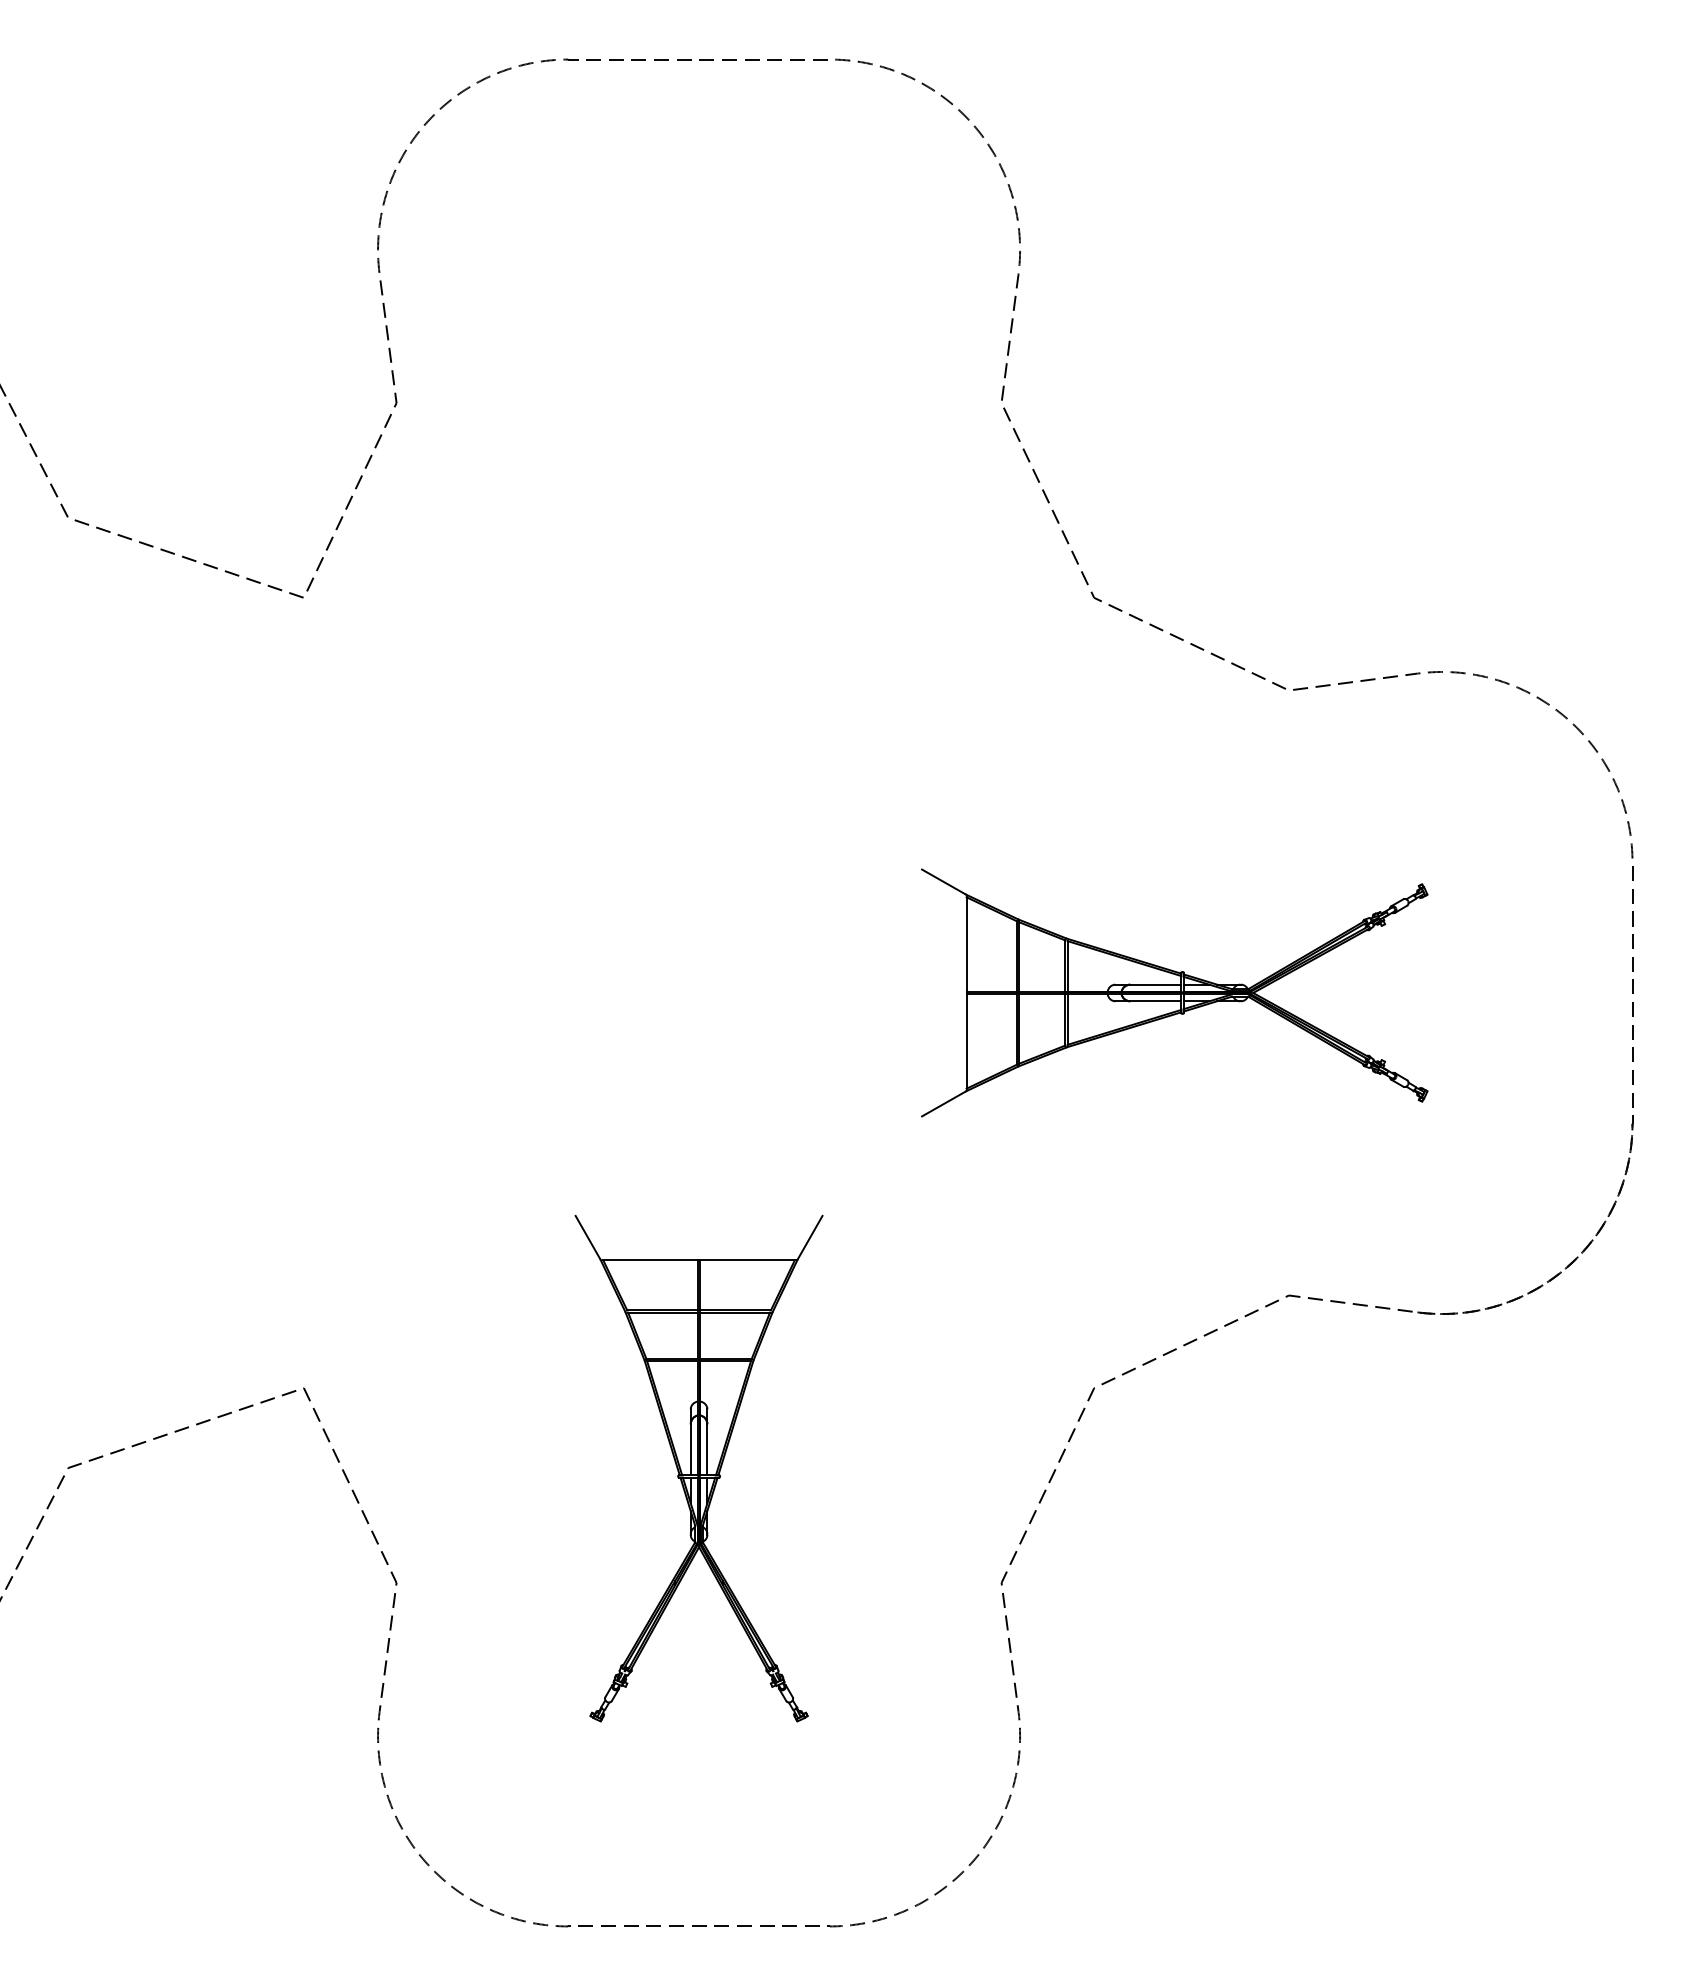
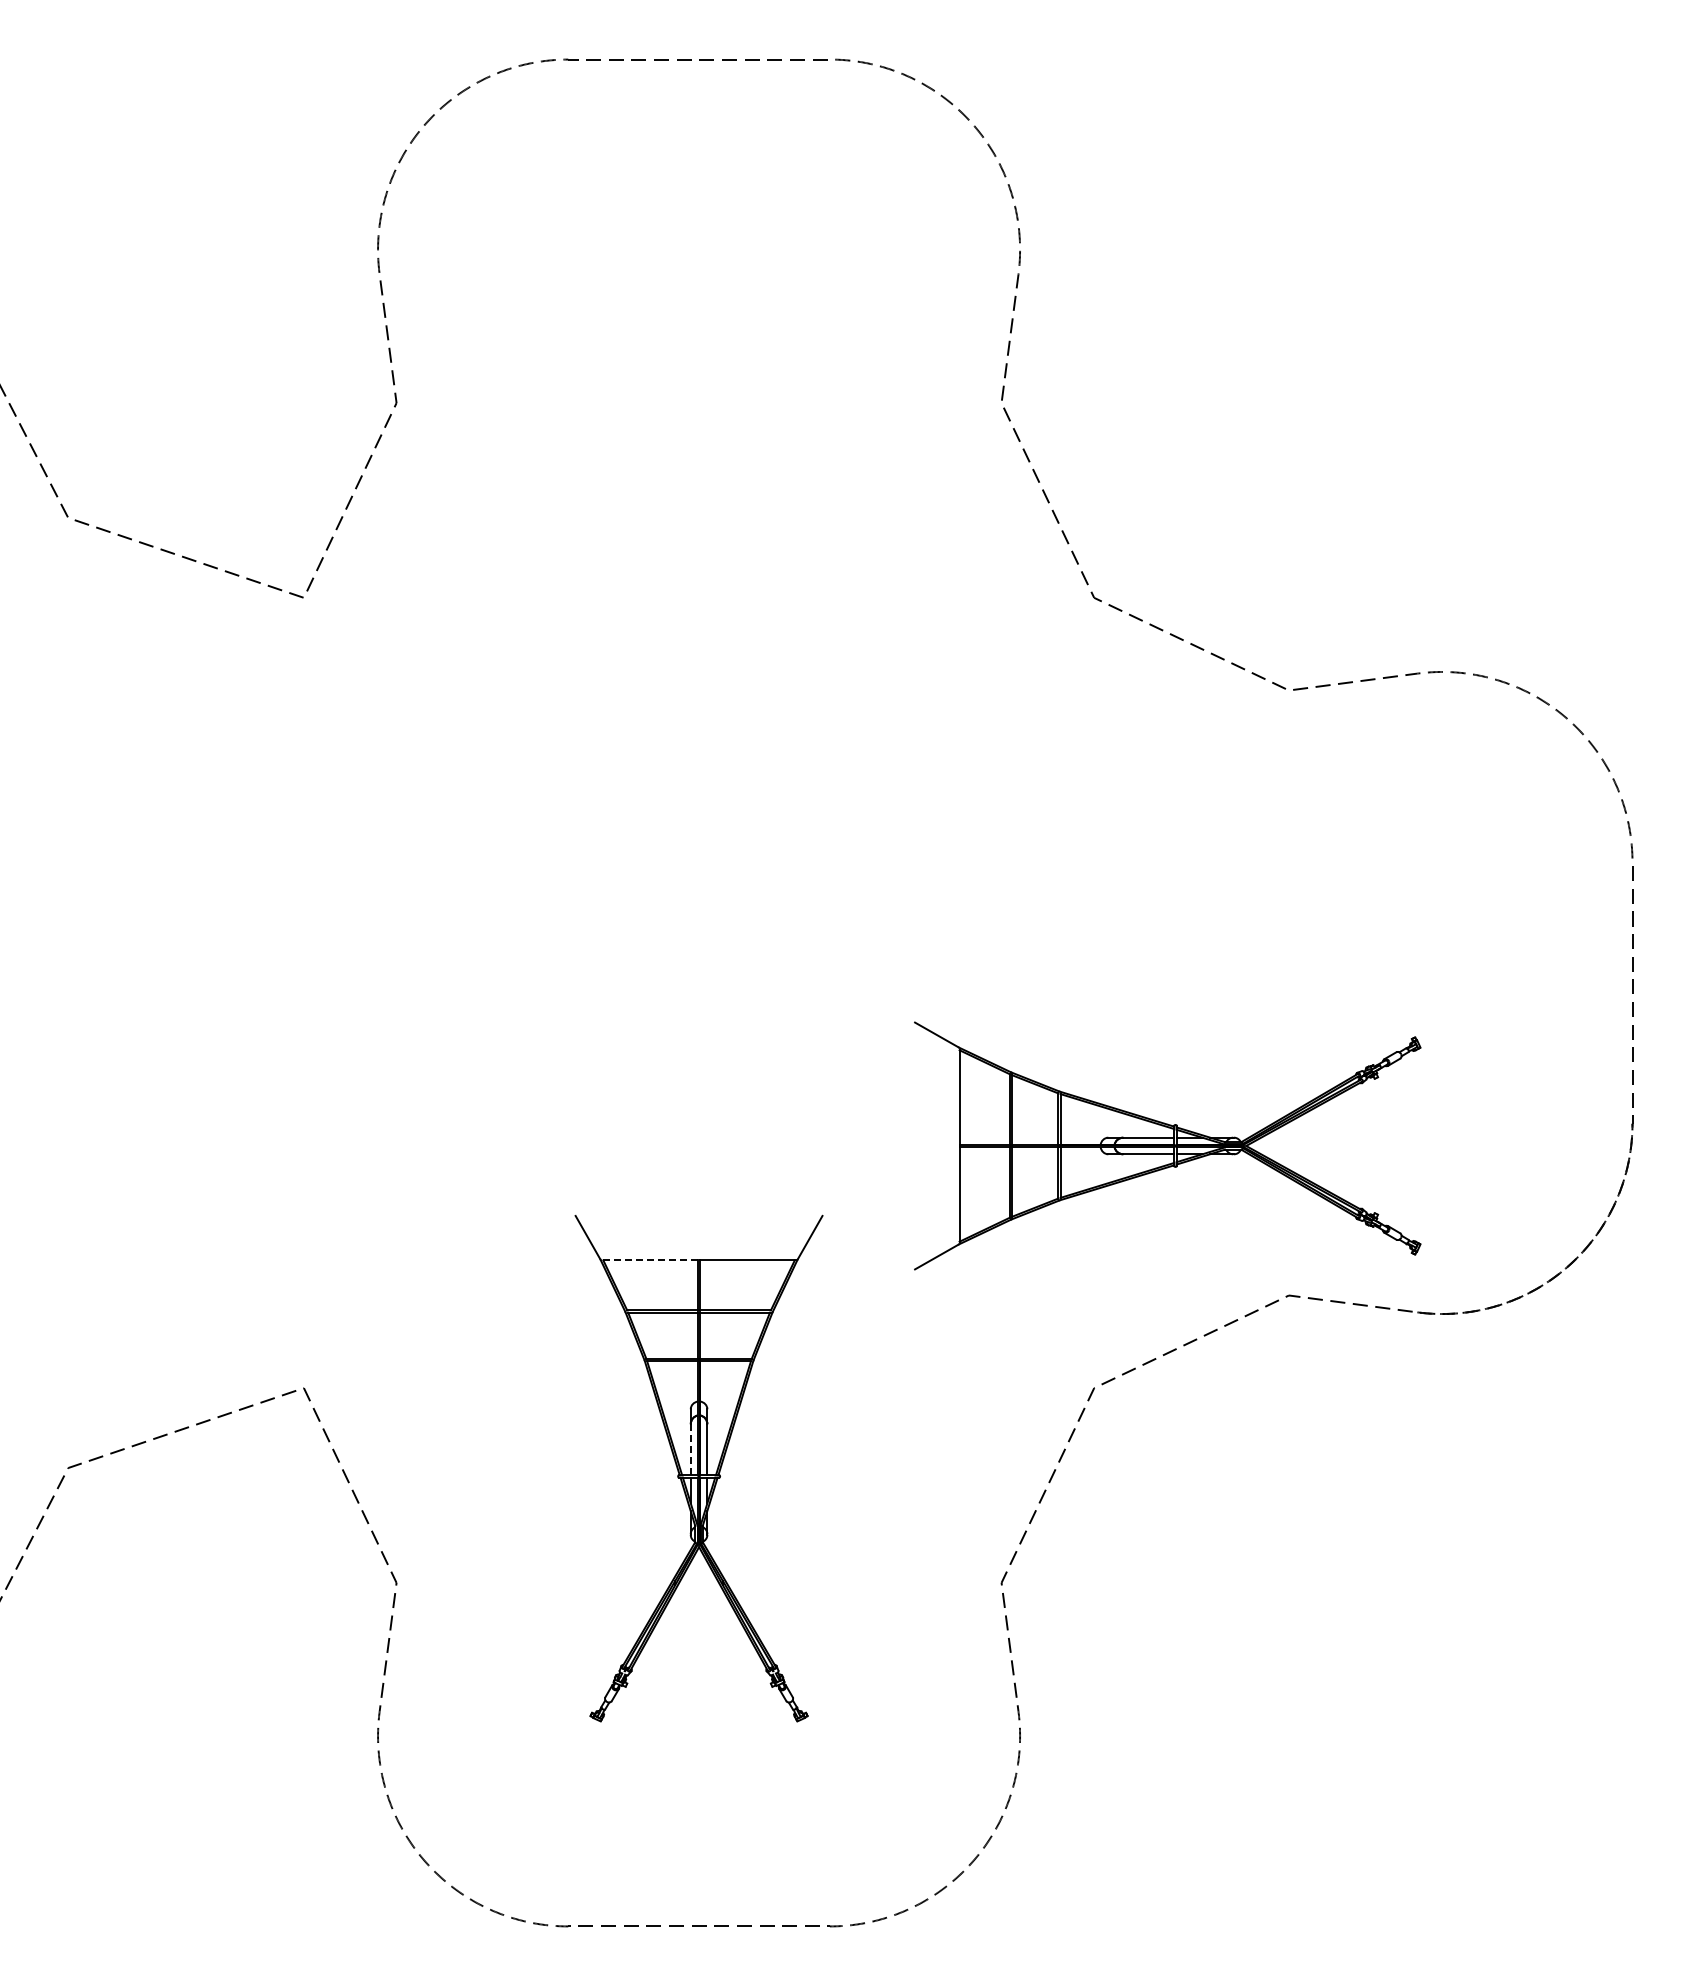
part at (1174, 992) position: (1174, 992) -> (1167, 1145)
line at (650, 1260): solid -> dashed
line at (690, 1449): solid -> dashed
